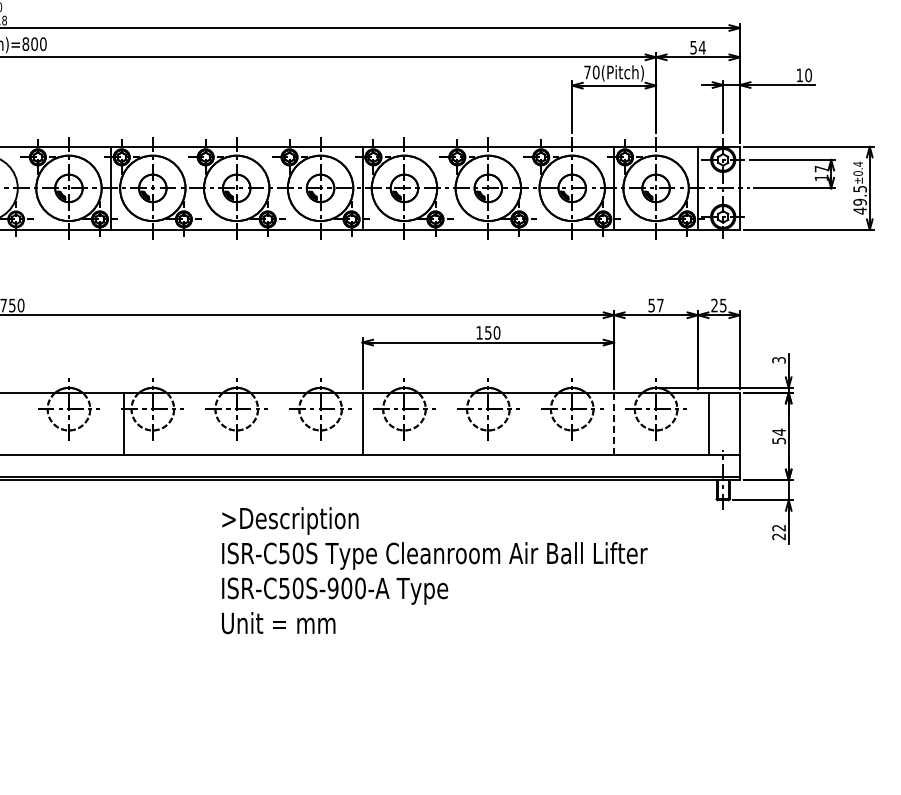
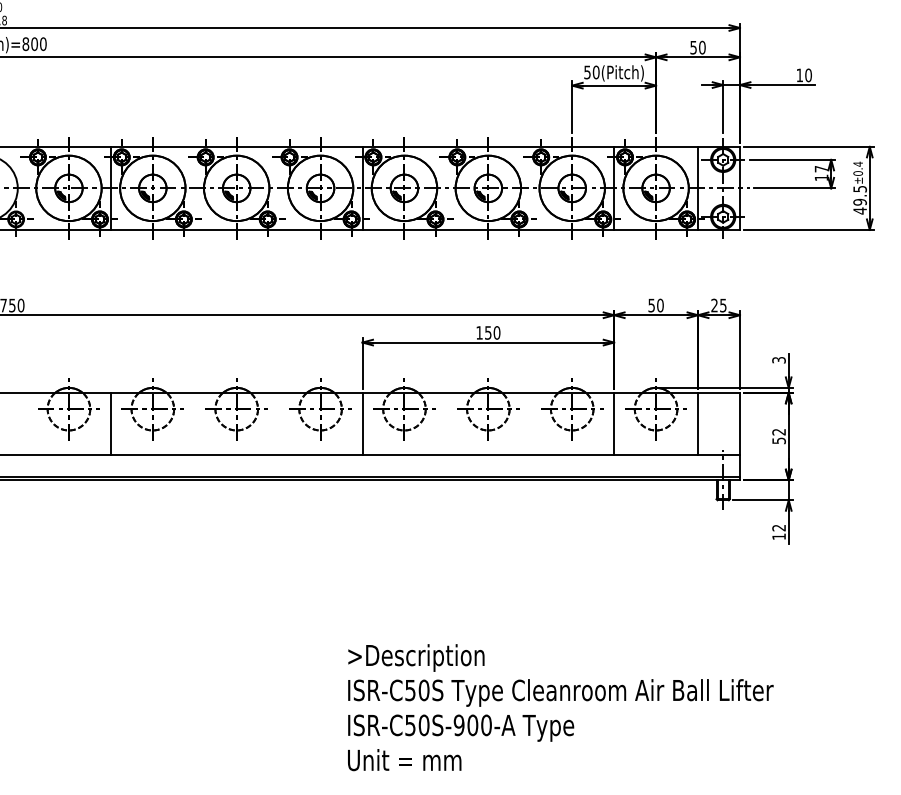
text at (701, 47): 54 -> 50
text at (587, 72): 70(Pitch) -> 50(Pitch)
text at (660, 305): 57 -> 50
line at (123, 423) position: (123, 423) -> (110, 423)
line at (709, 423) position: (709, 423) -> (698, 423)
line at (614, 424): dashed -> solid
text at (778, 431): 54 -> 52
text at (778, 536): 22 -> 12
text at (434, 570) position: (434, 570) -> (560, 707)
